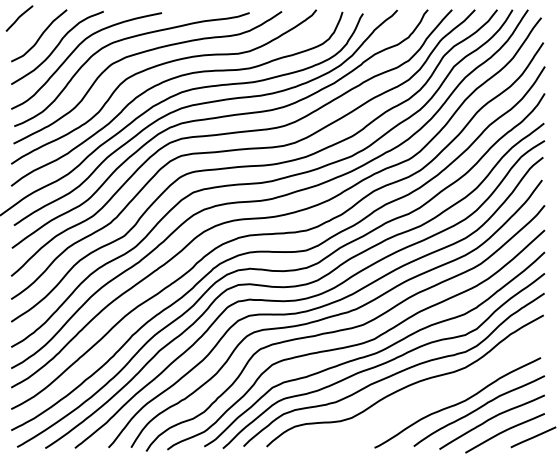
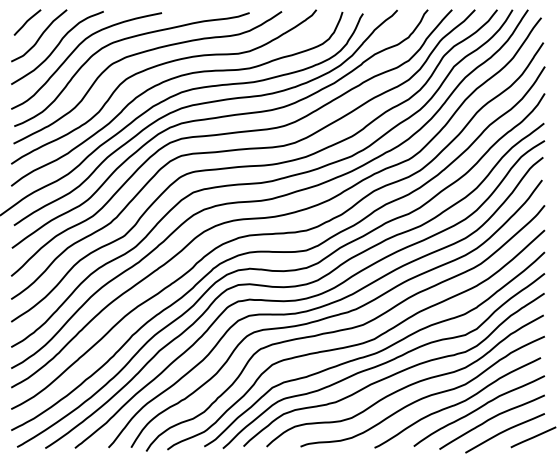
line at (19, 18) position: (19, 18) -> (27, 22)
curve at (424, 396): none -> present
